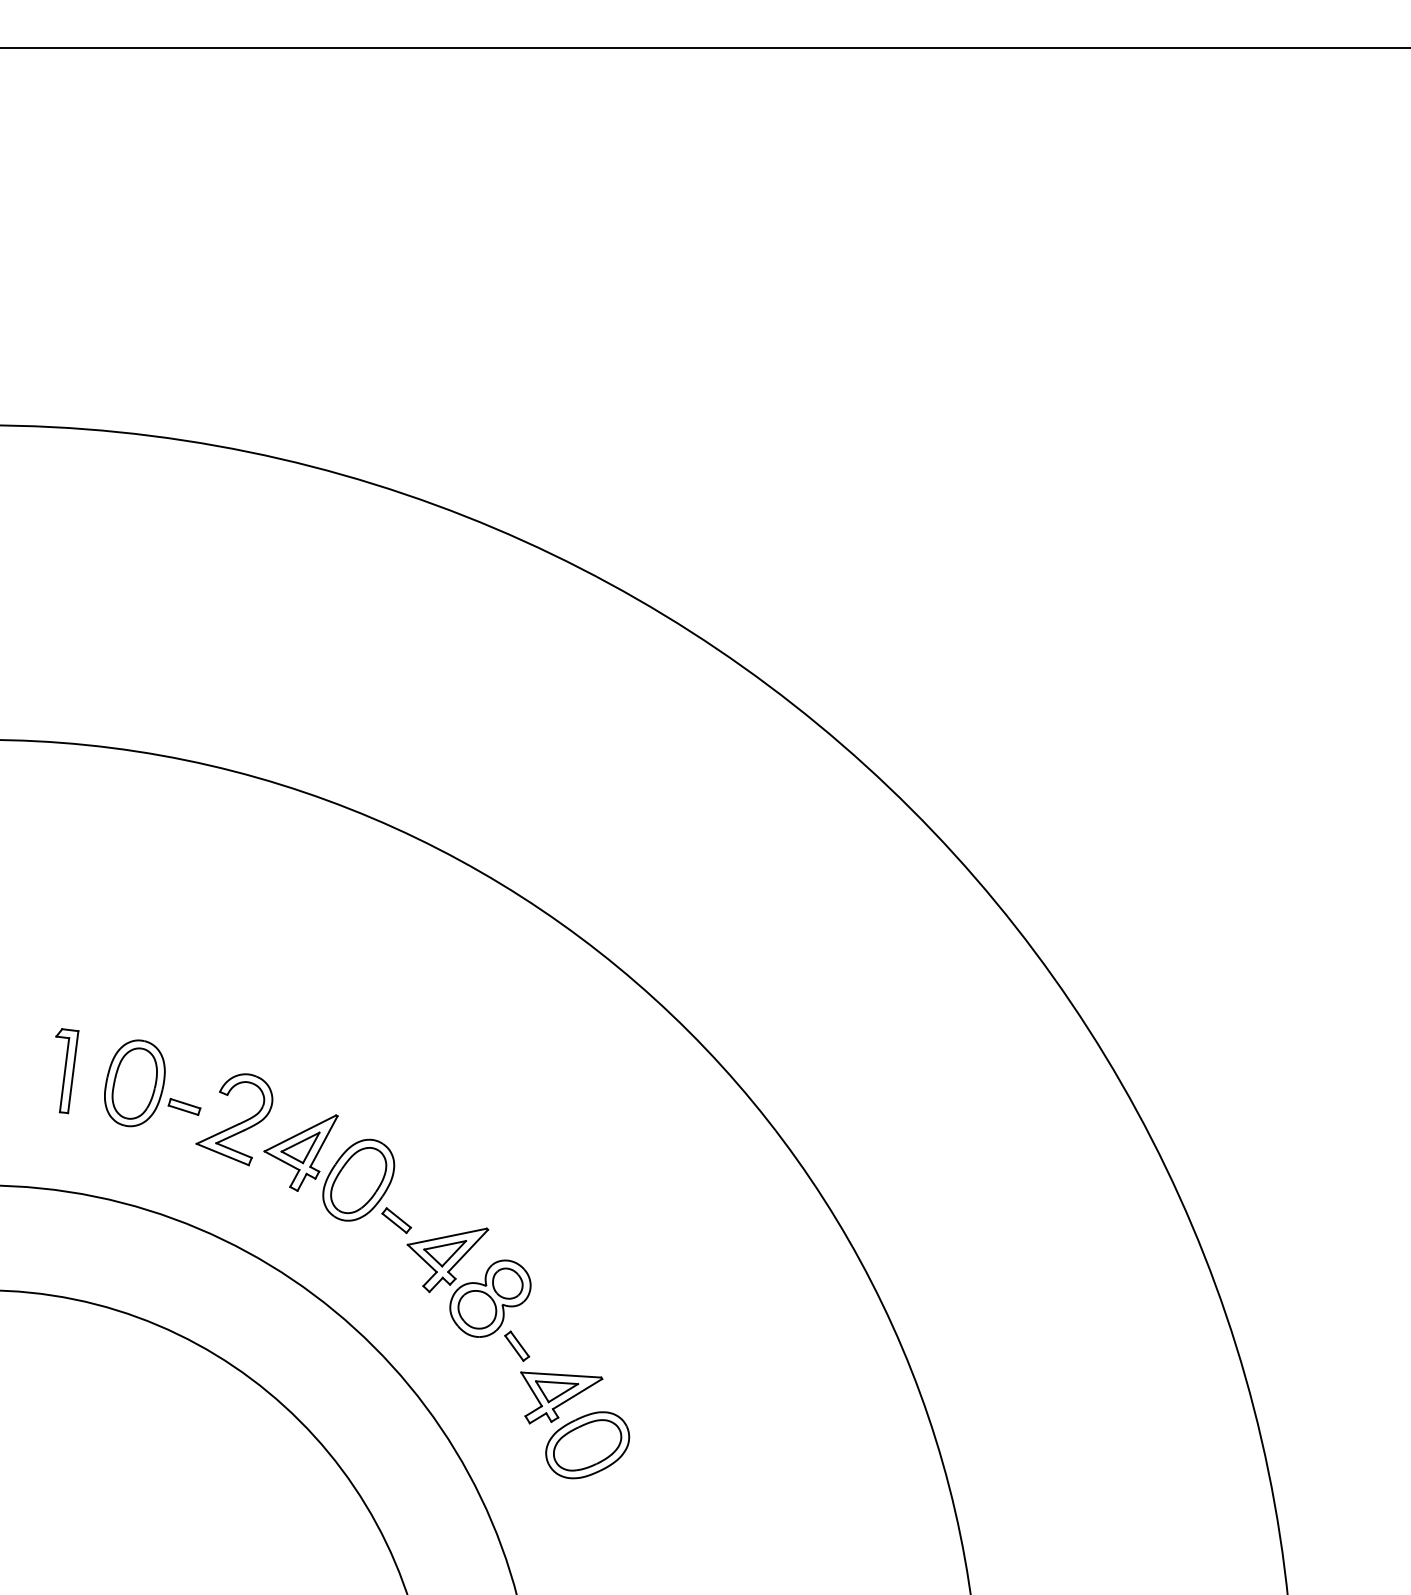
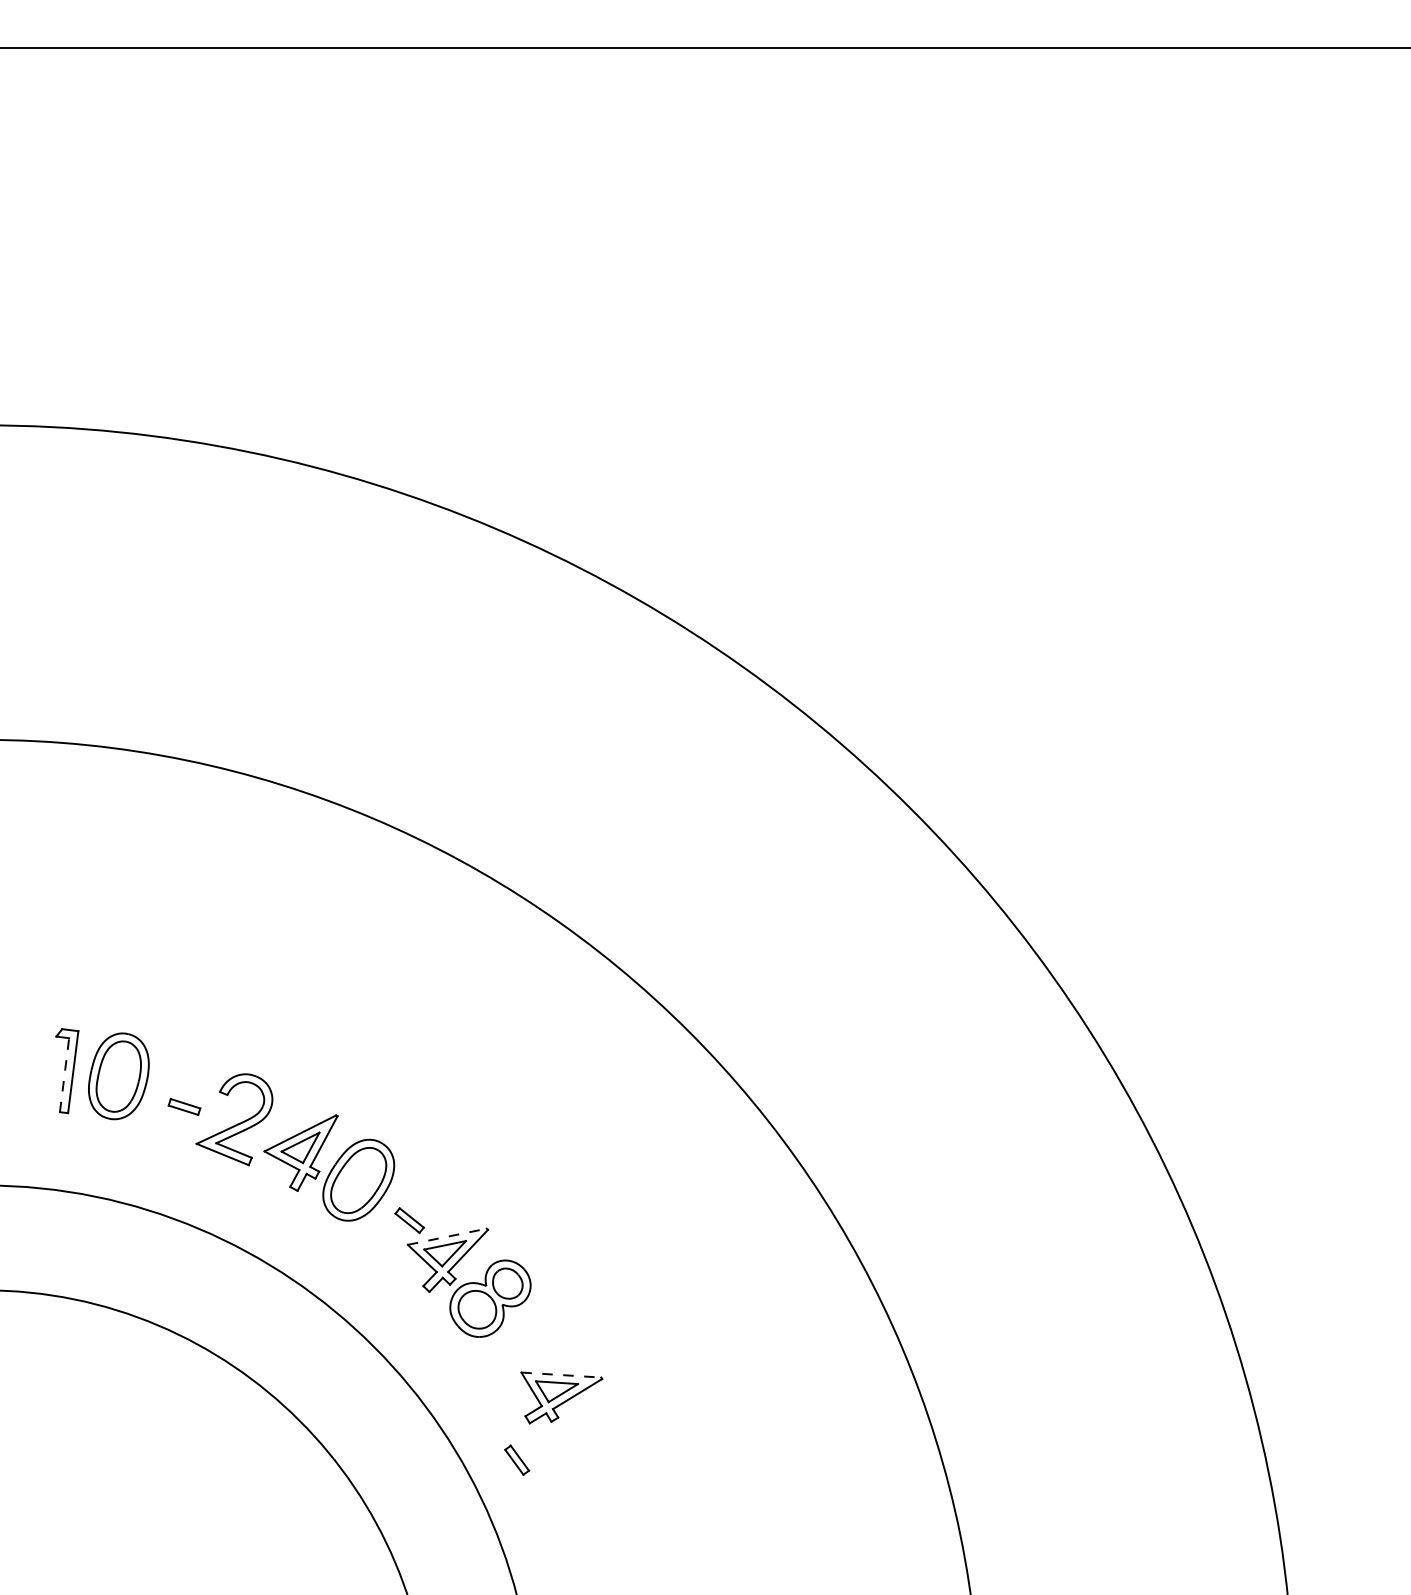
line at (64, 1074): solid -> dashed
part at (134, 1083) position: (134, 1083) -> (118, 1076)
part at (396, 1220) position: (396, 1220) -> (409, 1220)
line at (447, 1236): solid -> dashed
part at (517, 1345) position: (517, 1345) -> (517, 1459)
line at (561, 1375): solid -> dashed
part at (587, 1445): present -> none
